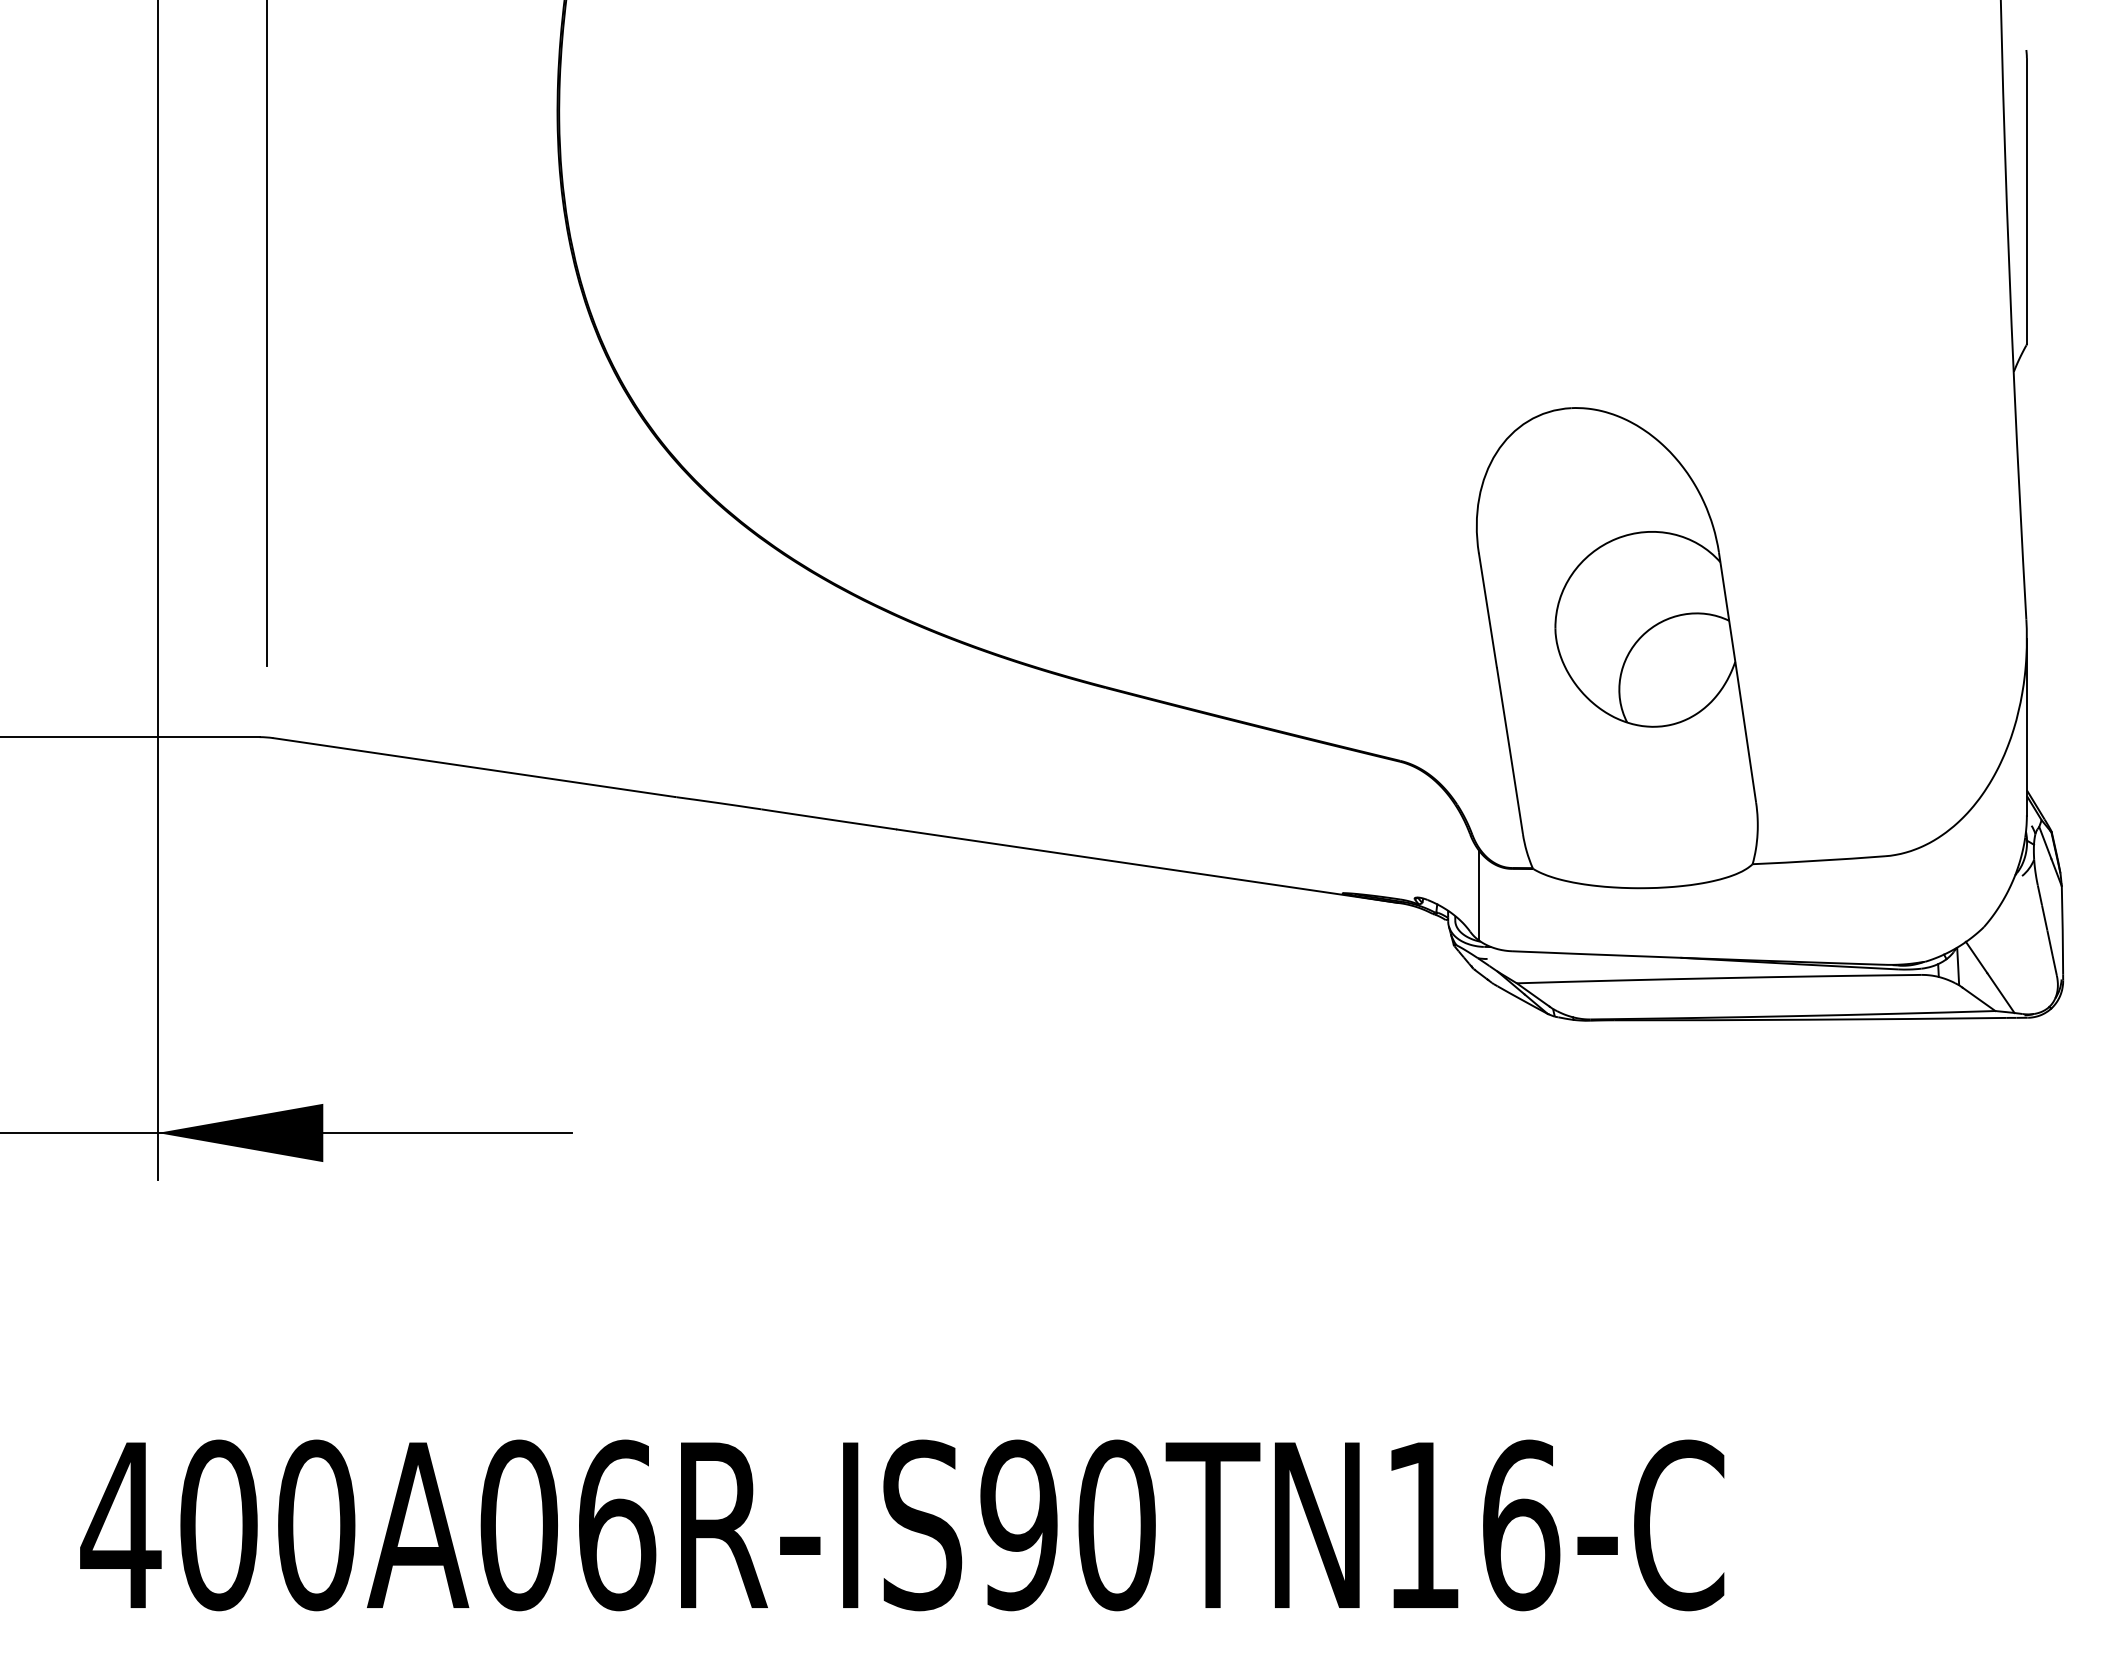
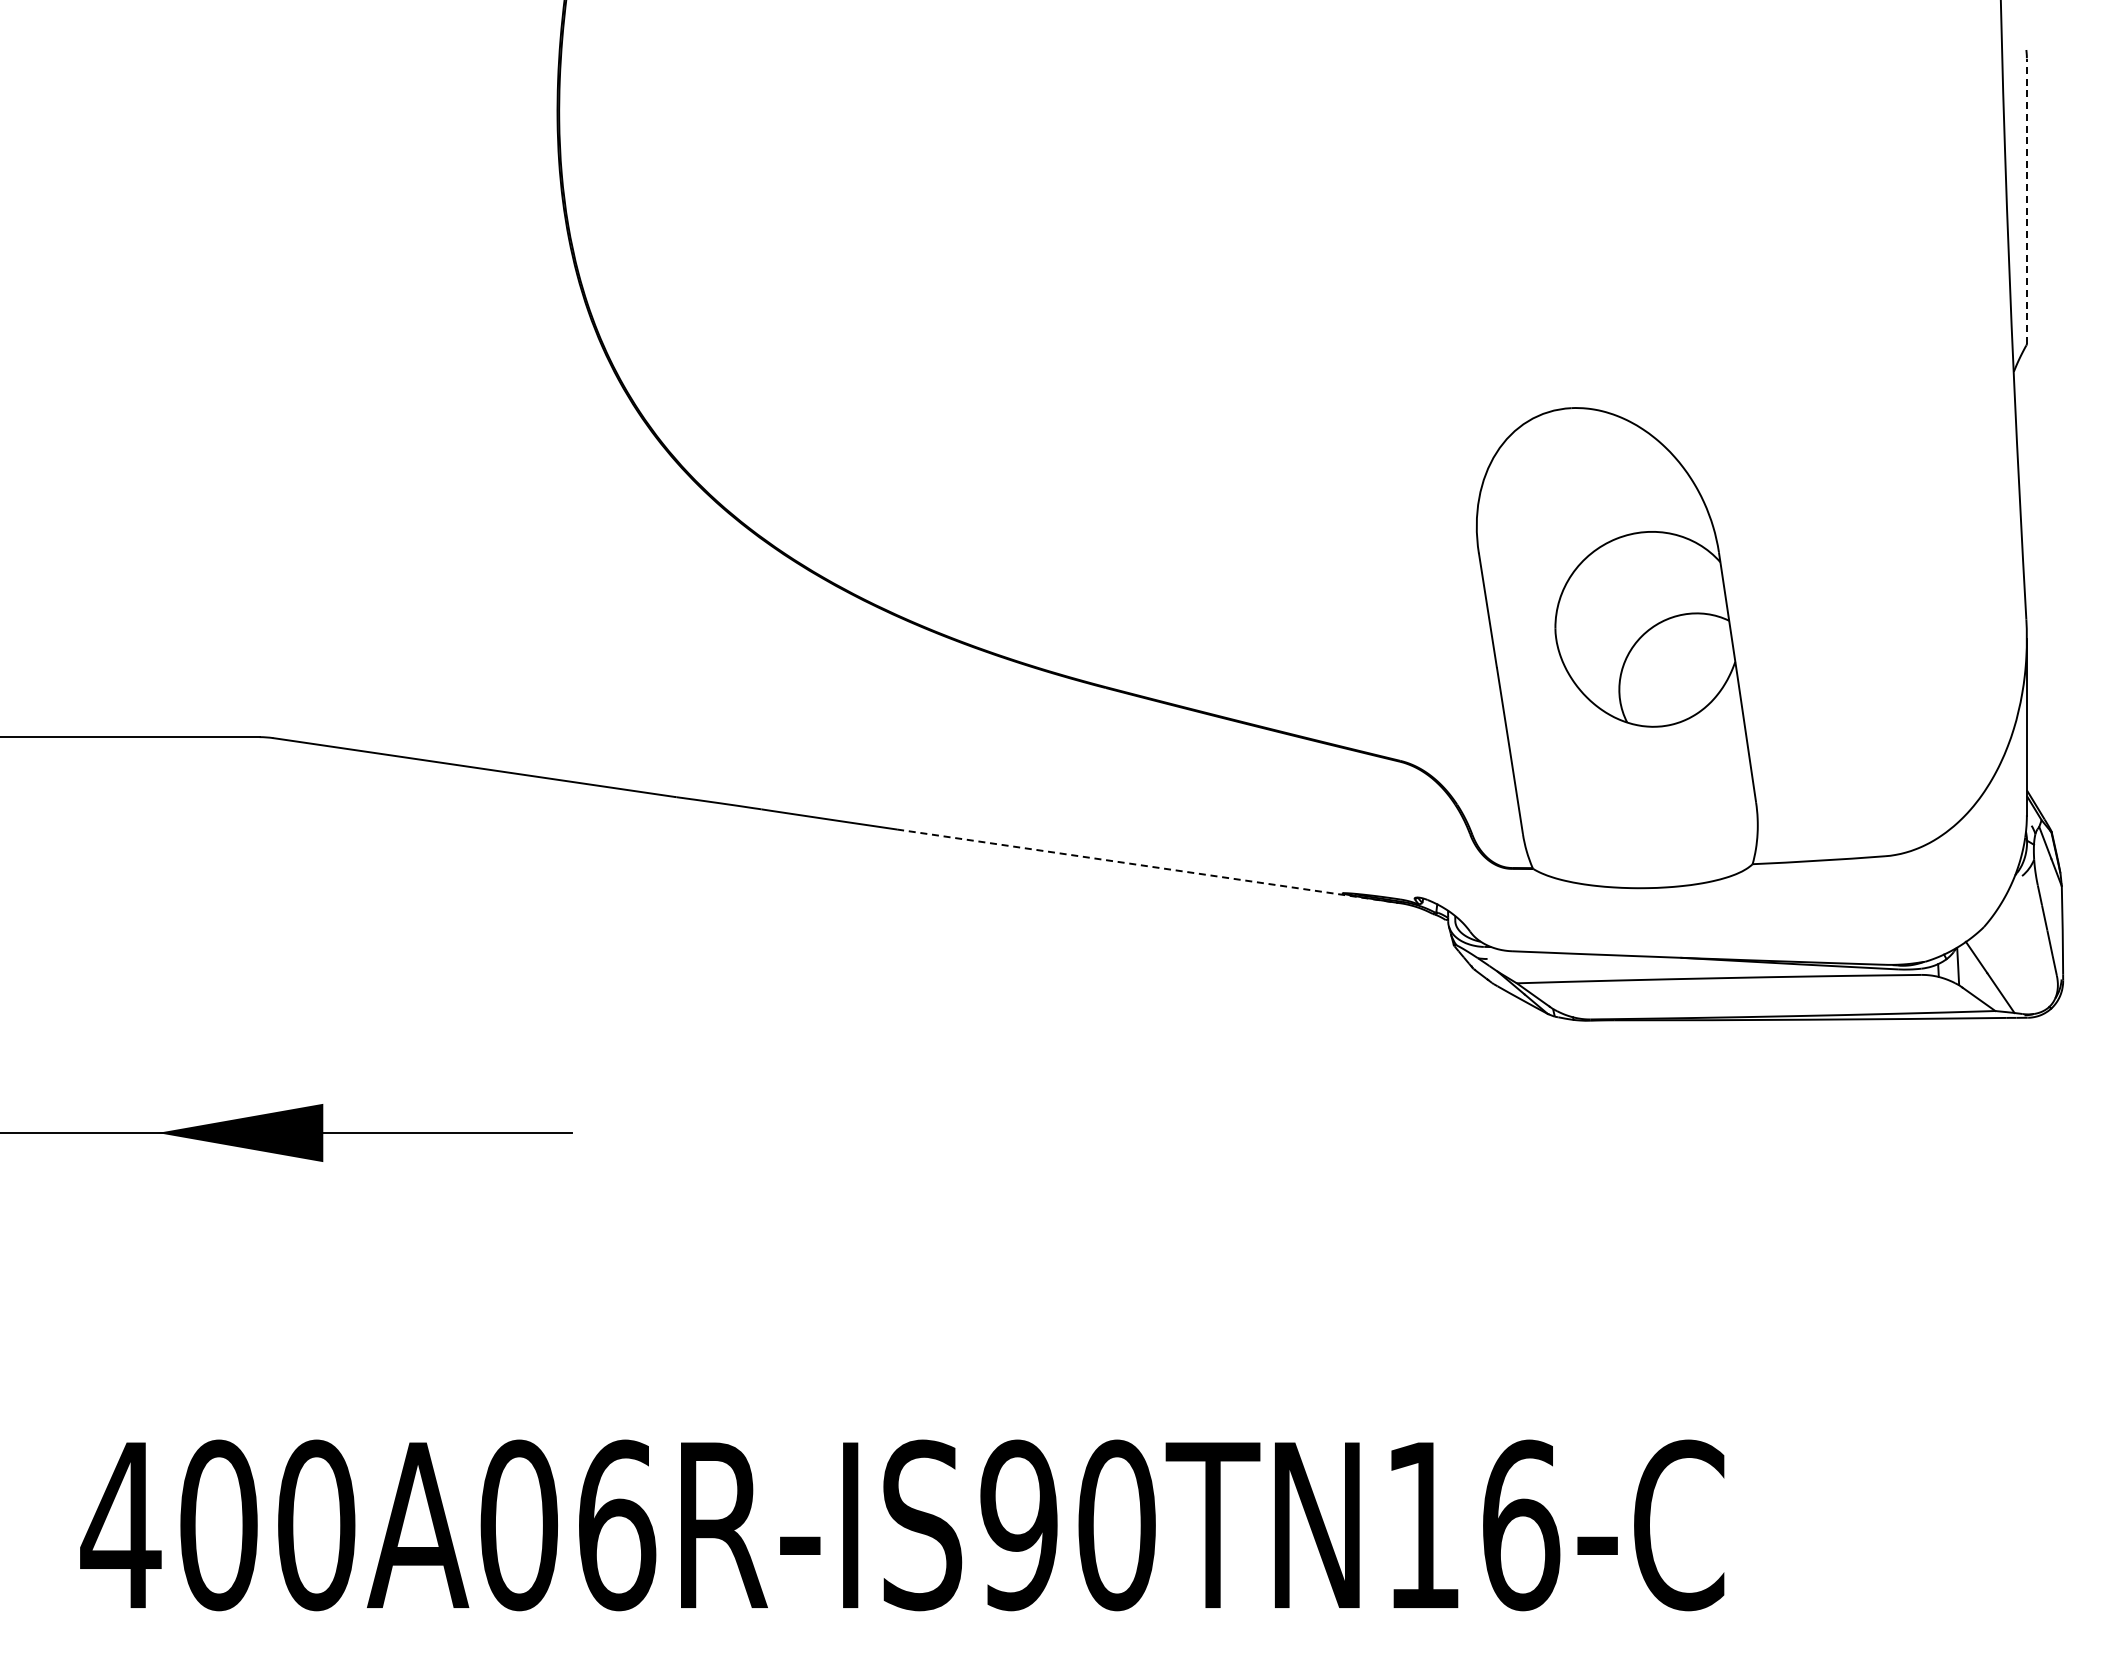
line at (2026, 201): solid -> dashed
line at (266, 334): present -> none
line at (157, 591): present -> none
line at (1148, 866): solid -> dashed
line at (1479, 895): present -> none
